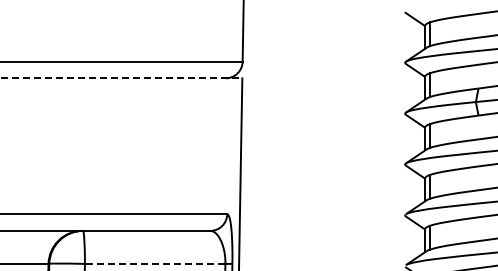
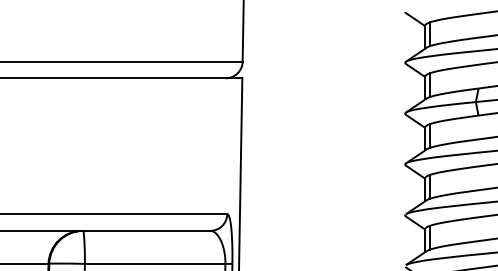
line at (121, 78): dashed -> solid
line at (154, 263): dashed -> solid
